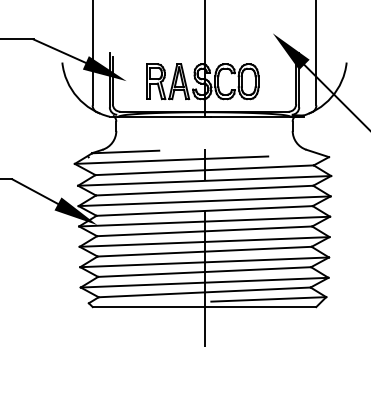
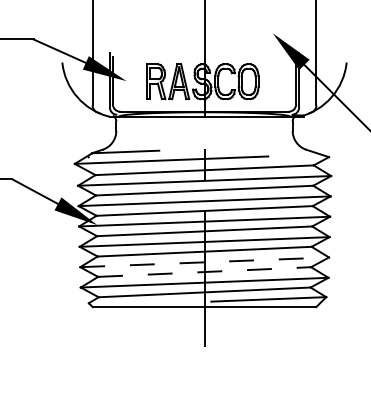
line at (205, 262): solid -> dashed
line at (204, 272): solid -> dashed
